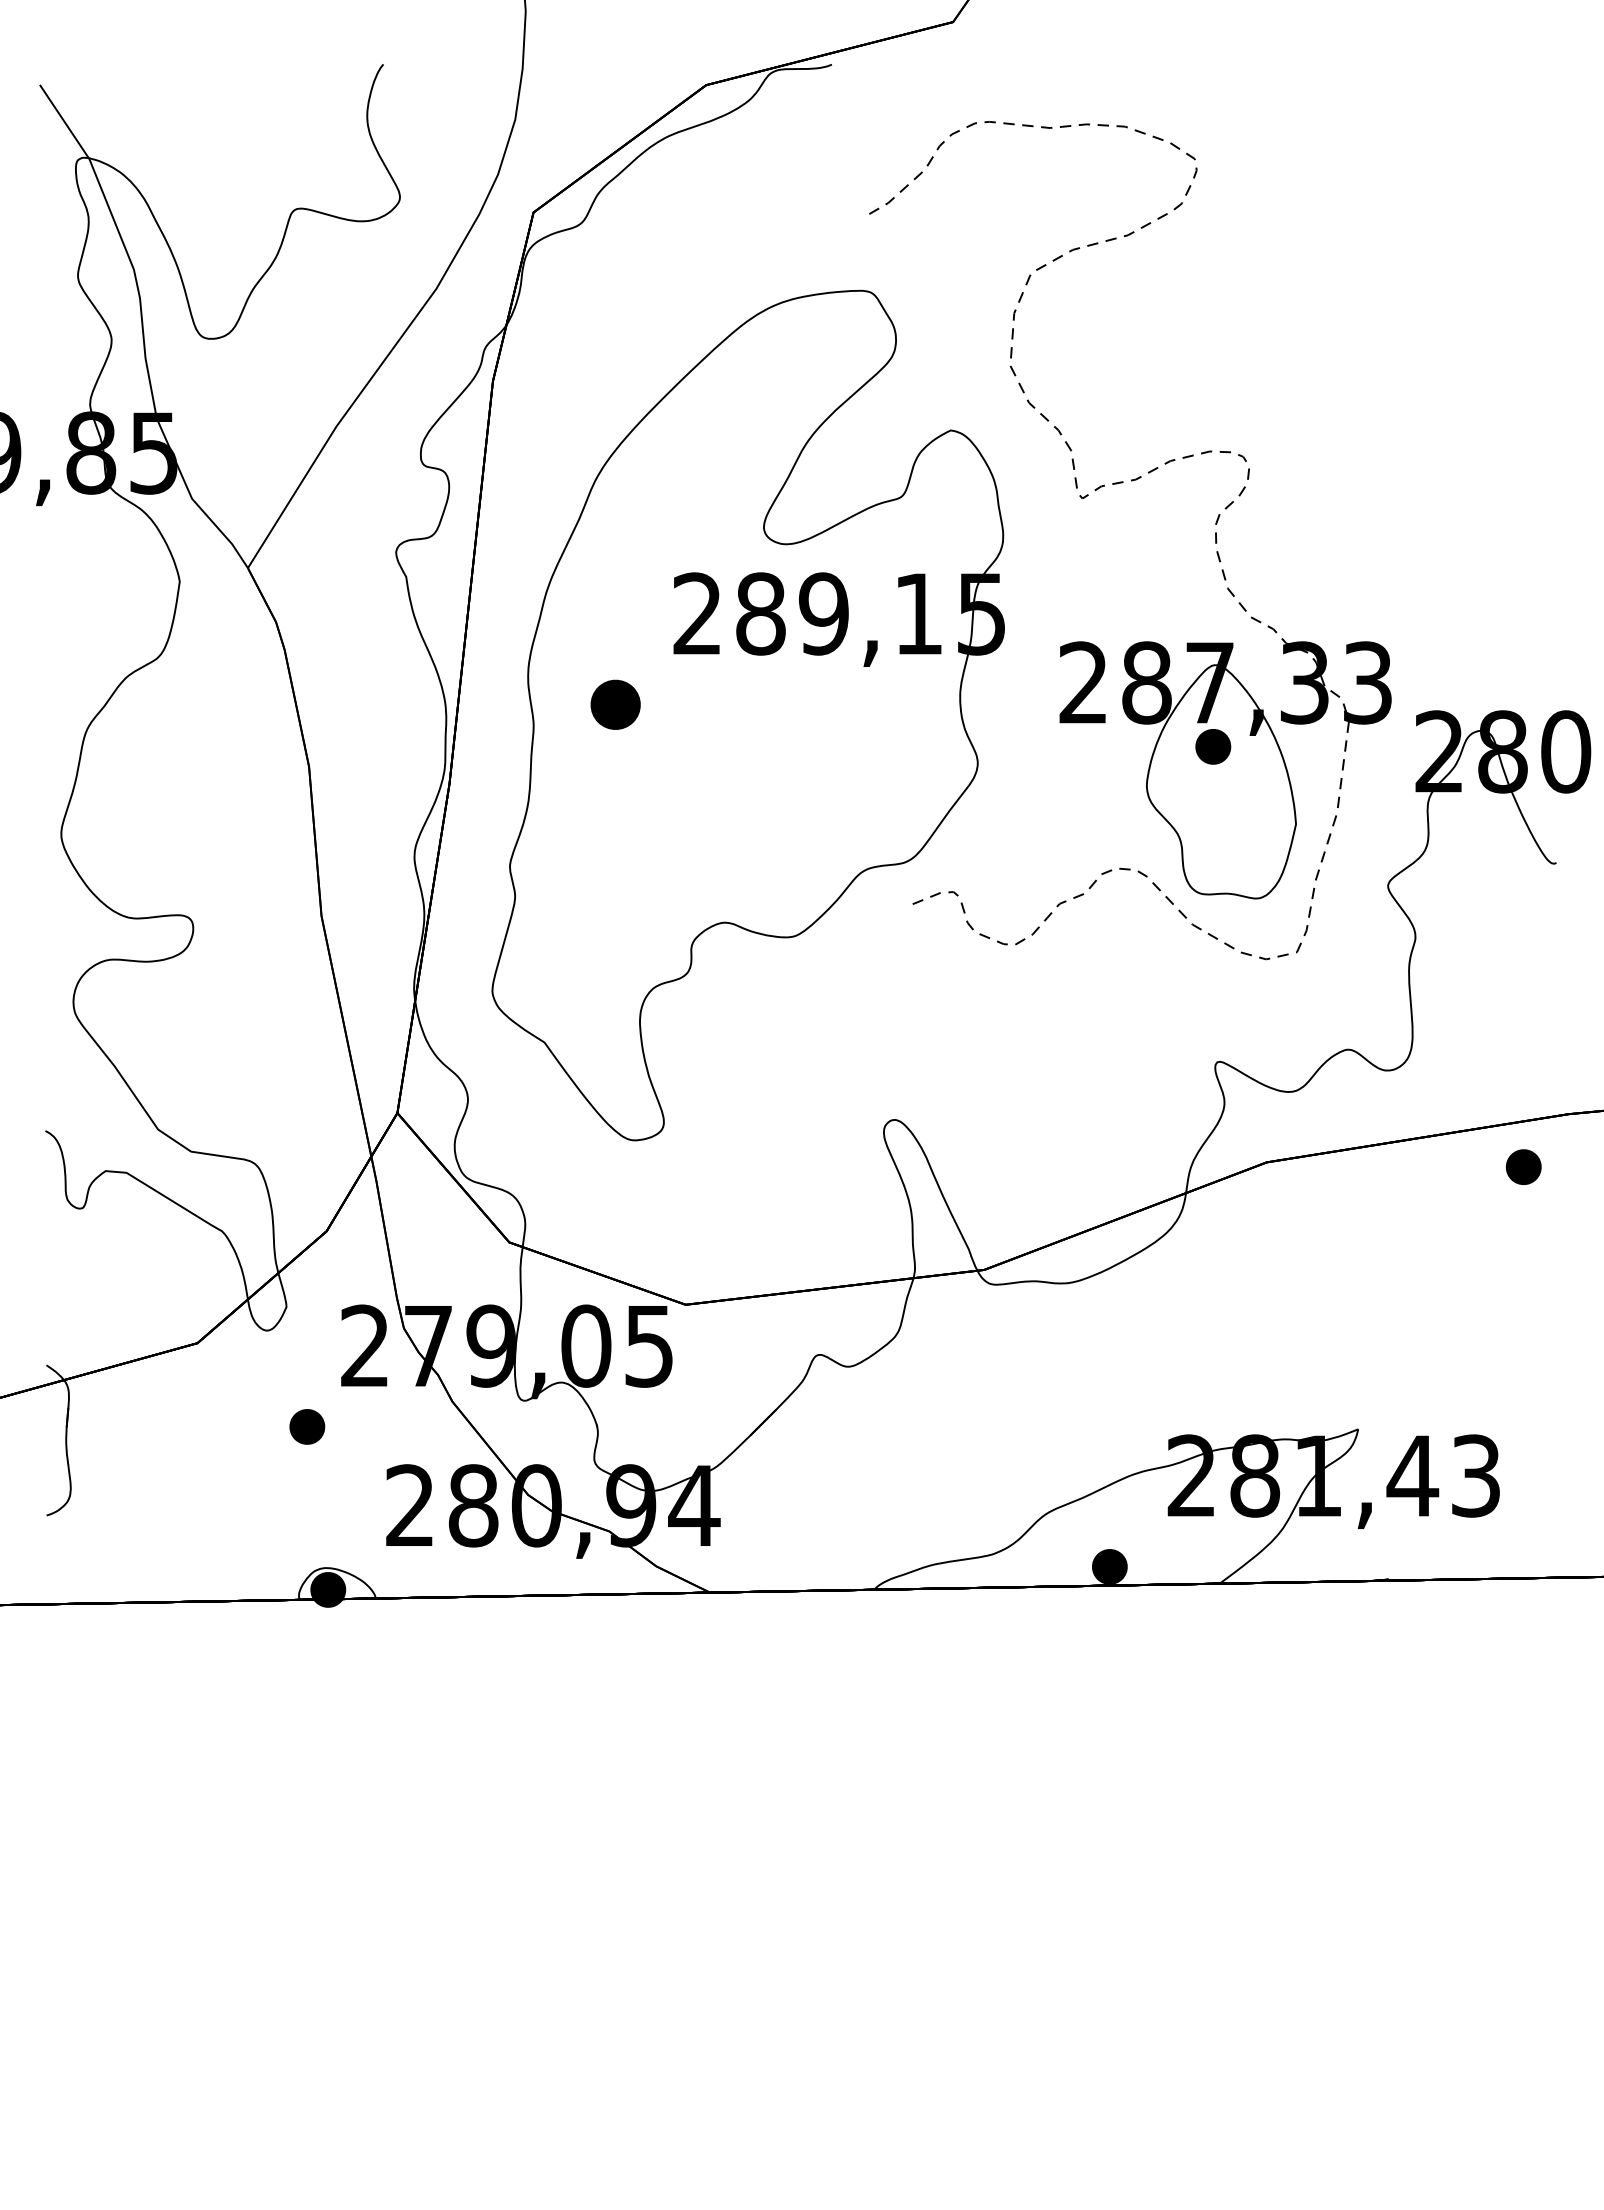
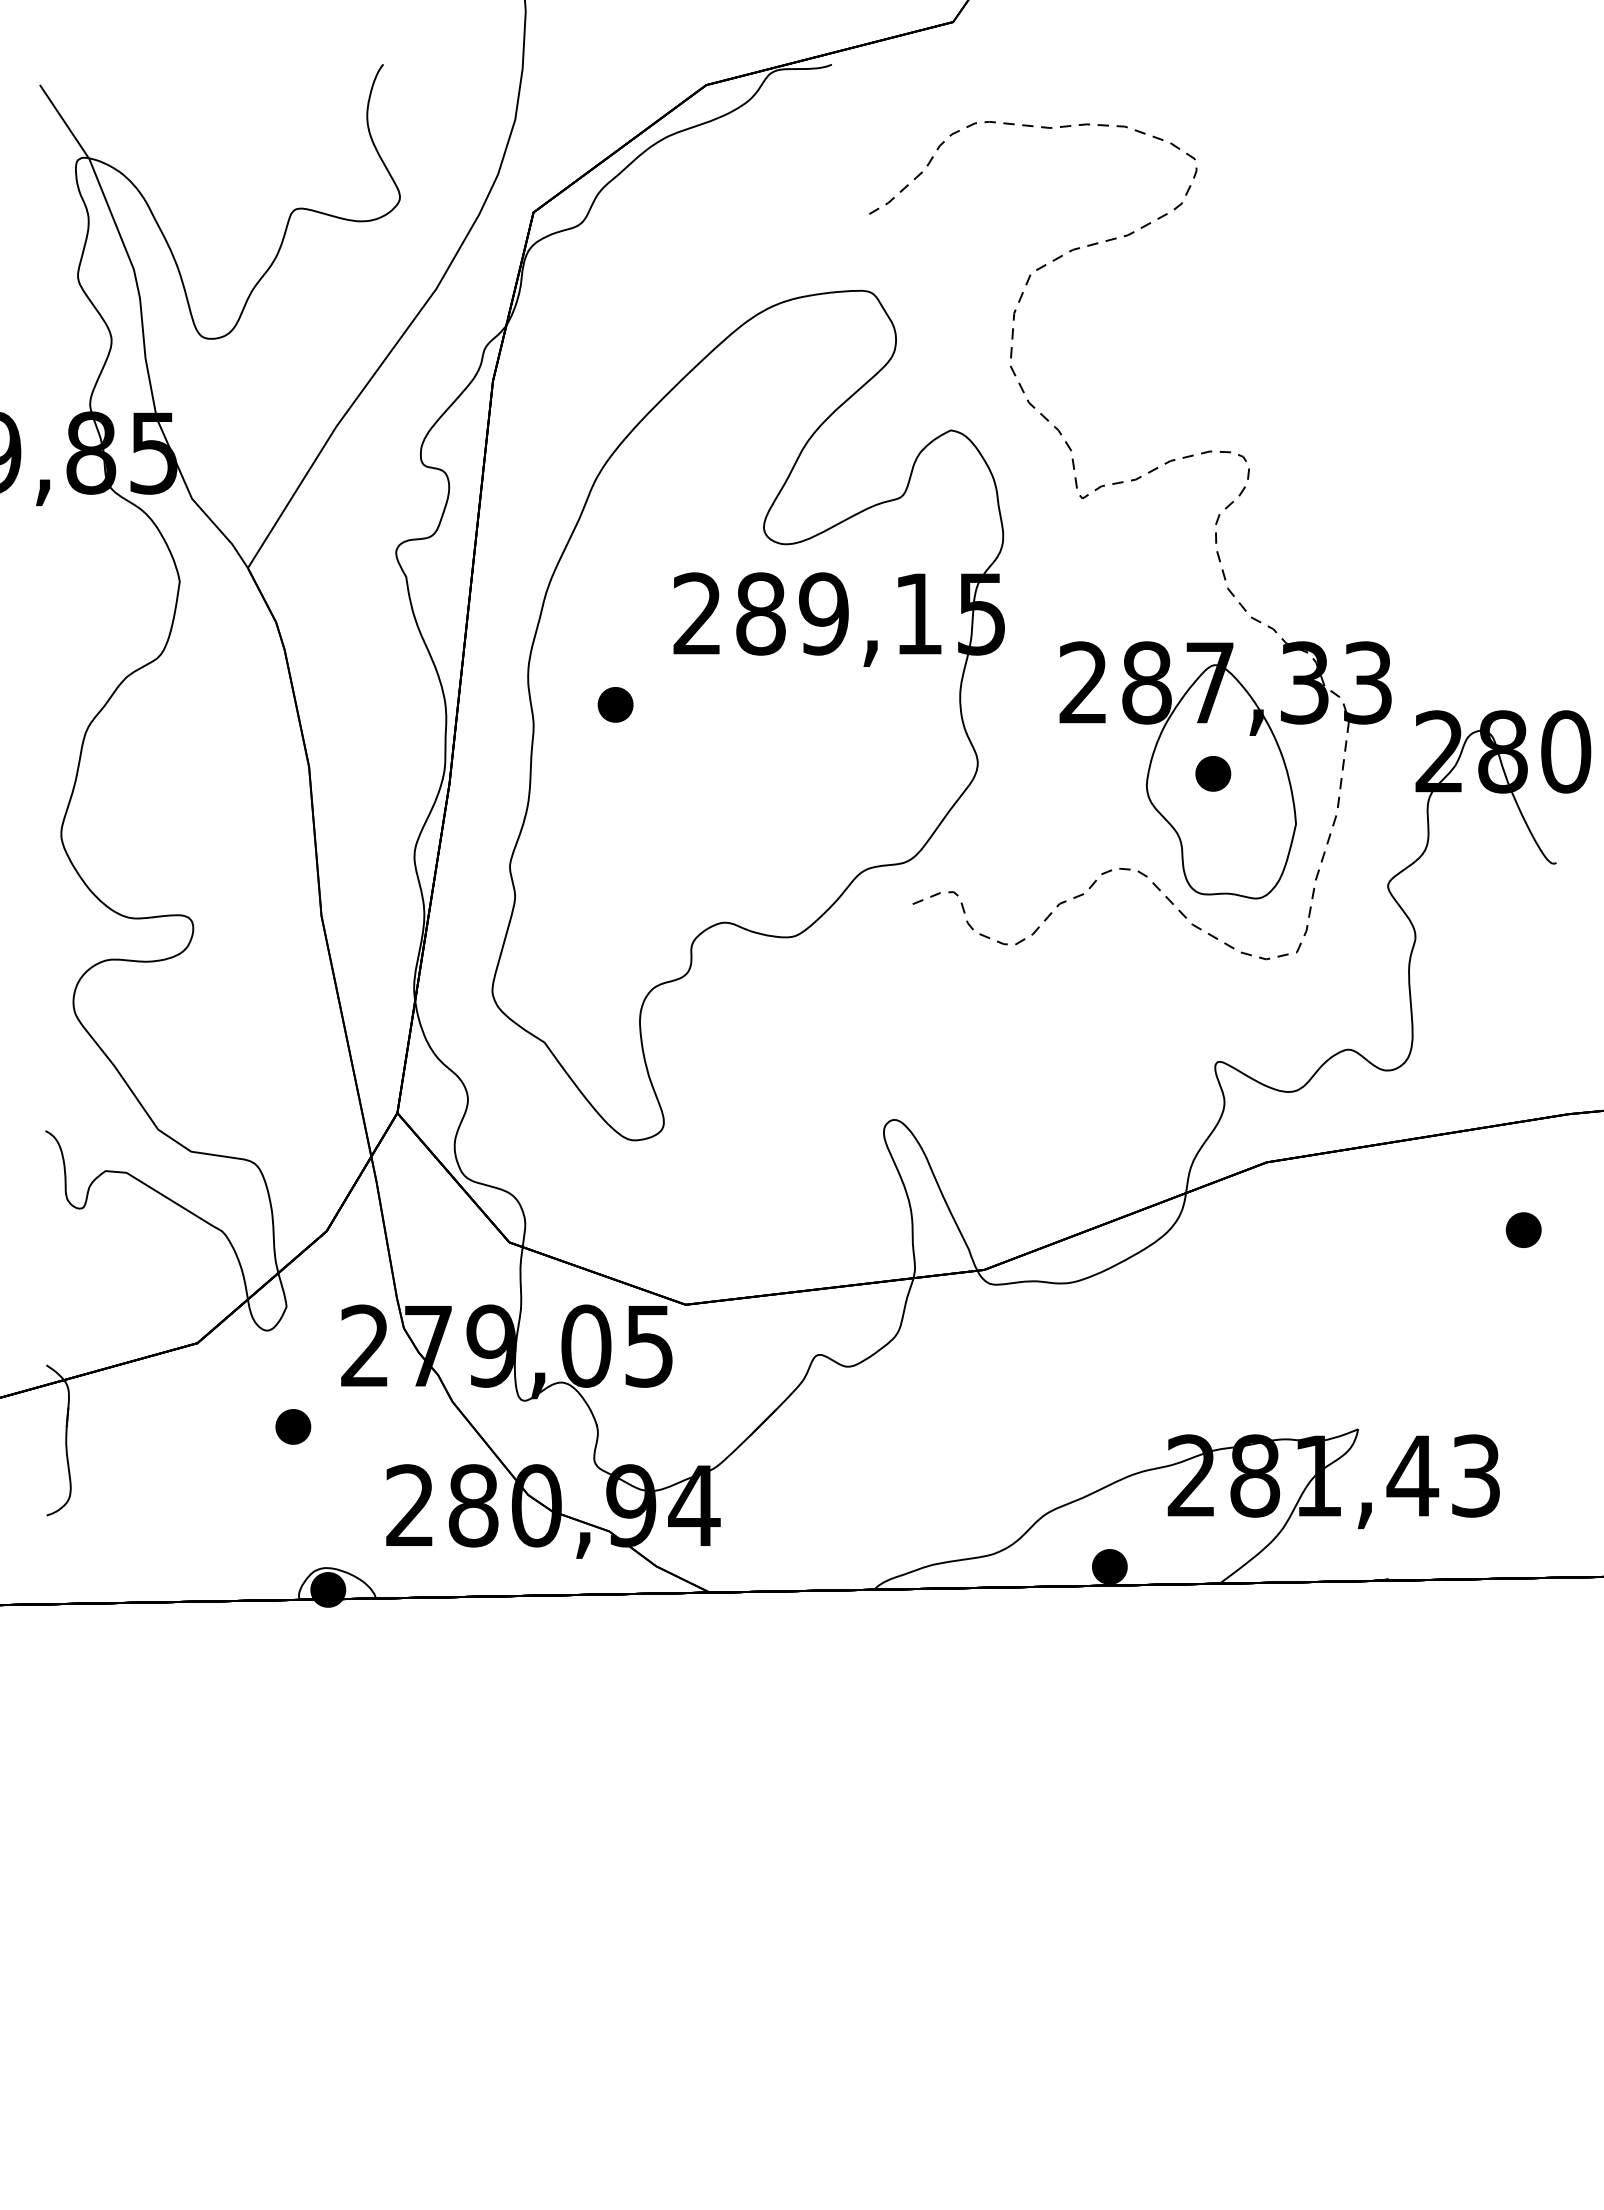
part at (615, 704) size: 51x51 px -> 37x36 px
part at (1213, 746) position: (1213, 746) -> (1213, 773)
part at (1523, 1166) position: (1523, 1166) -> (1523, 1229)
part at (307, 1426) position: (307, 1426) -> (293, 1426)
